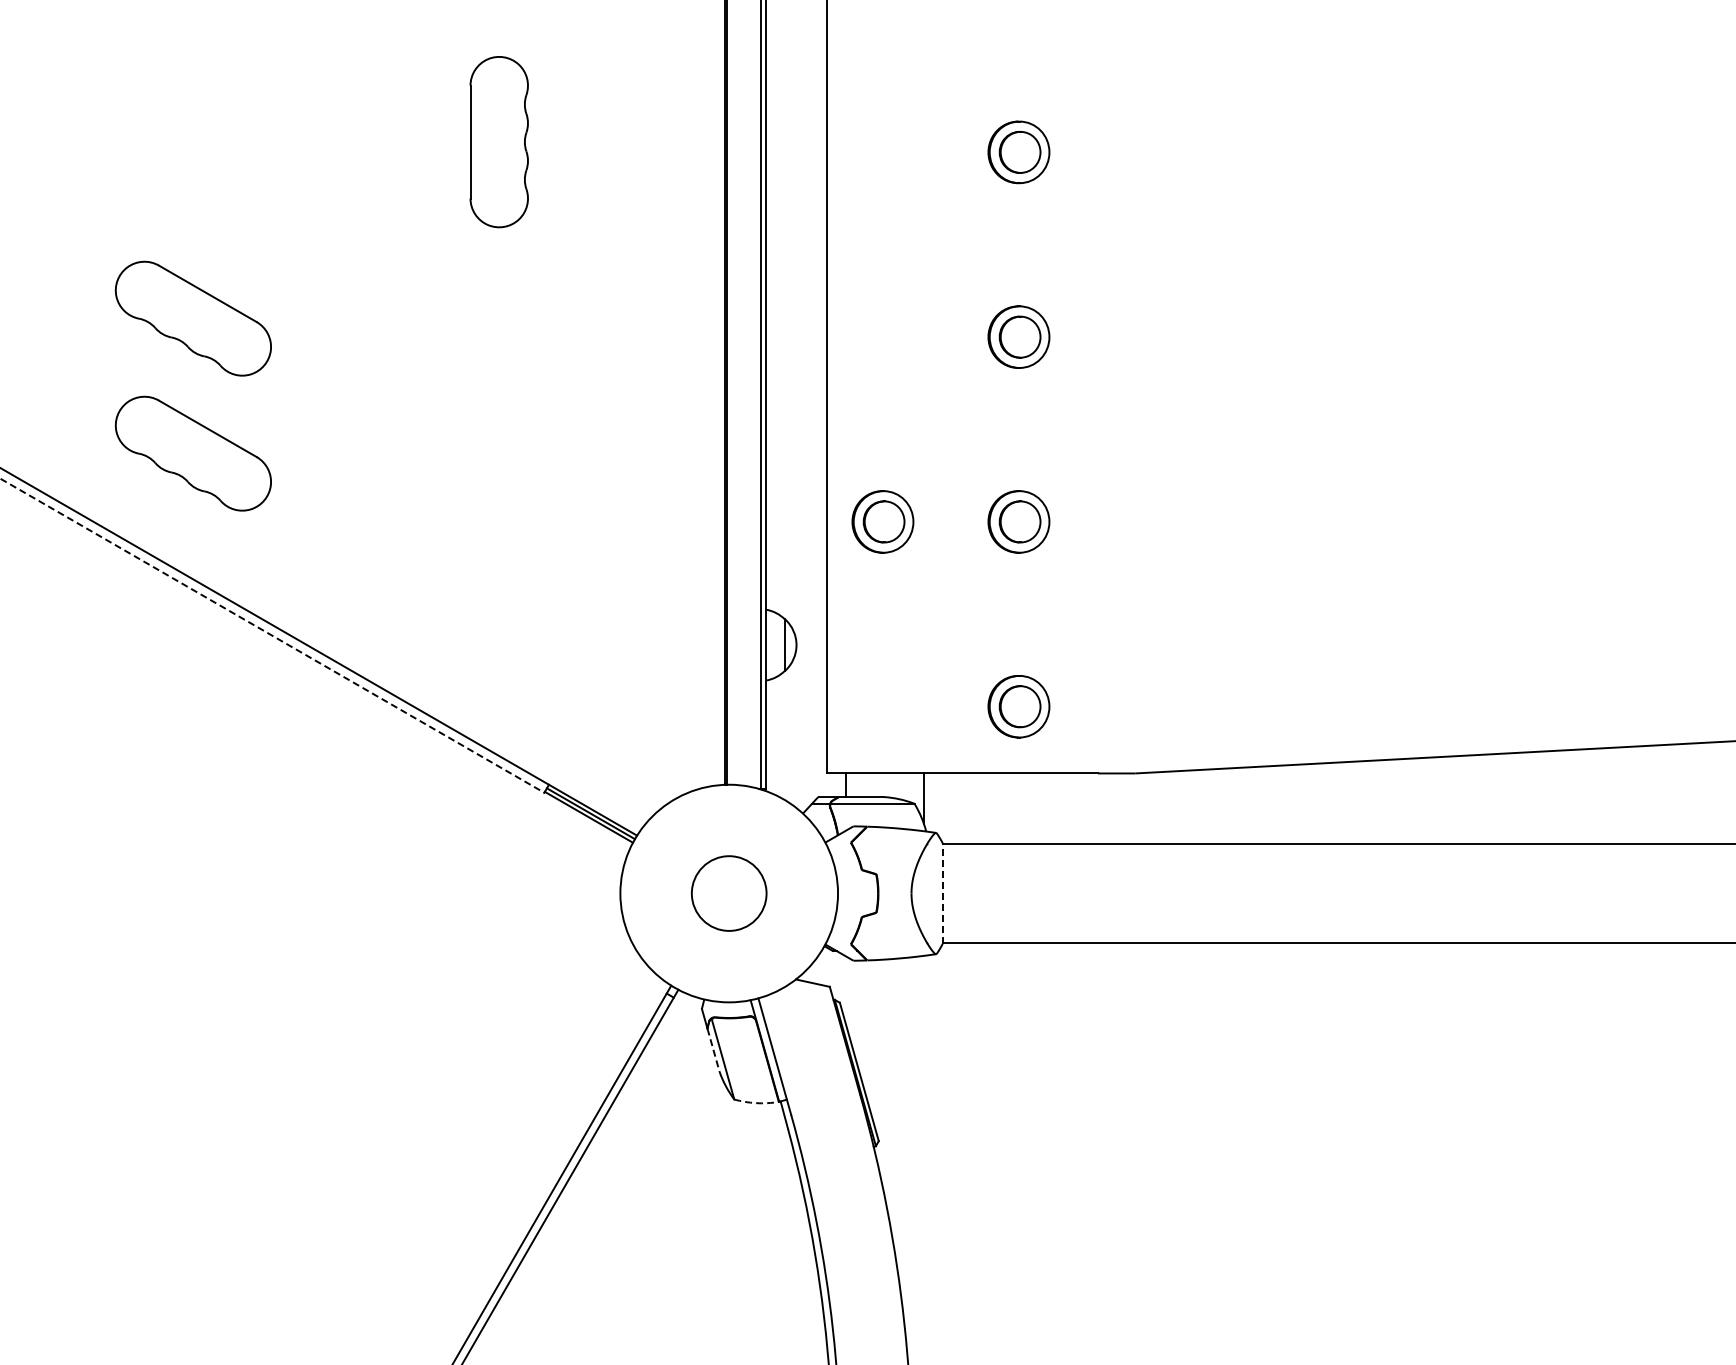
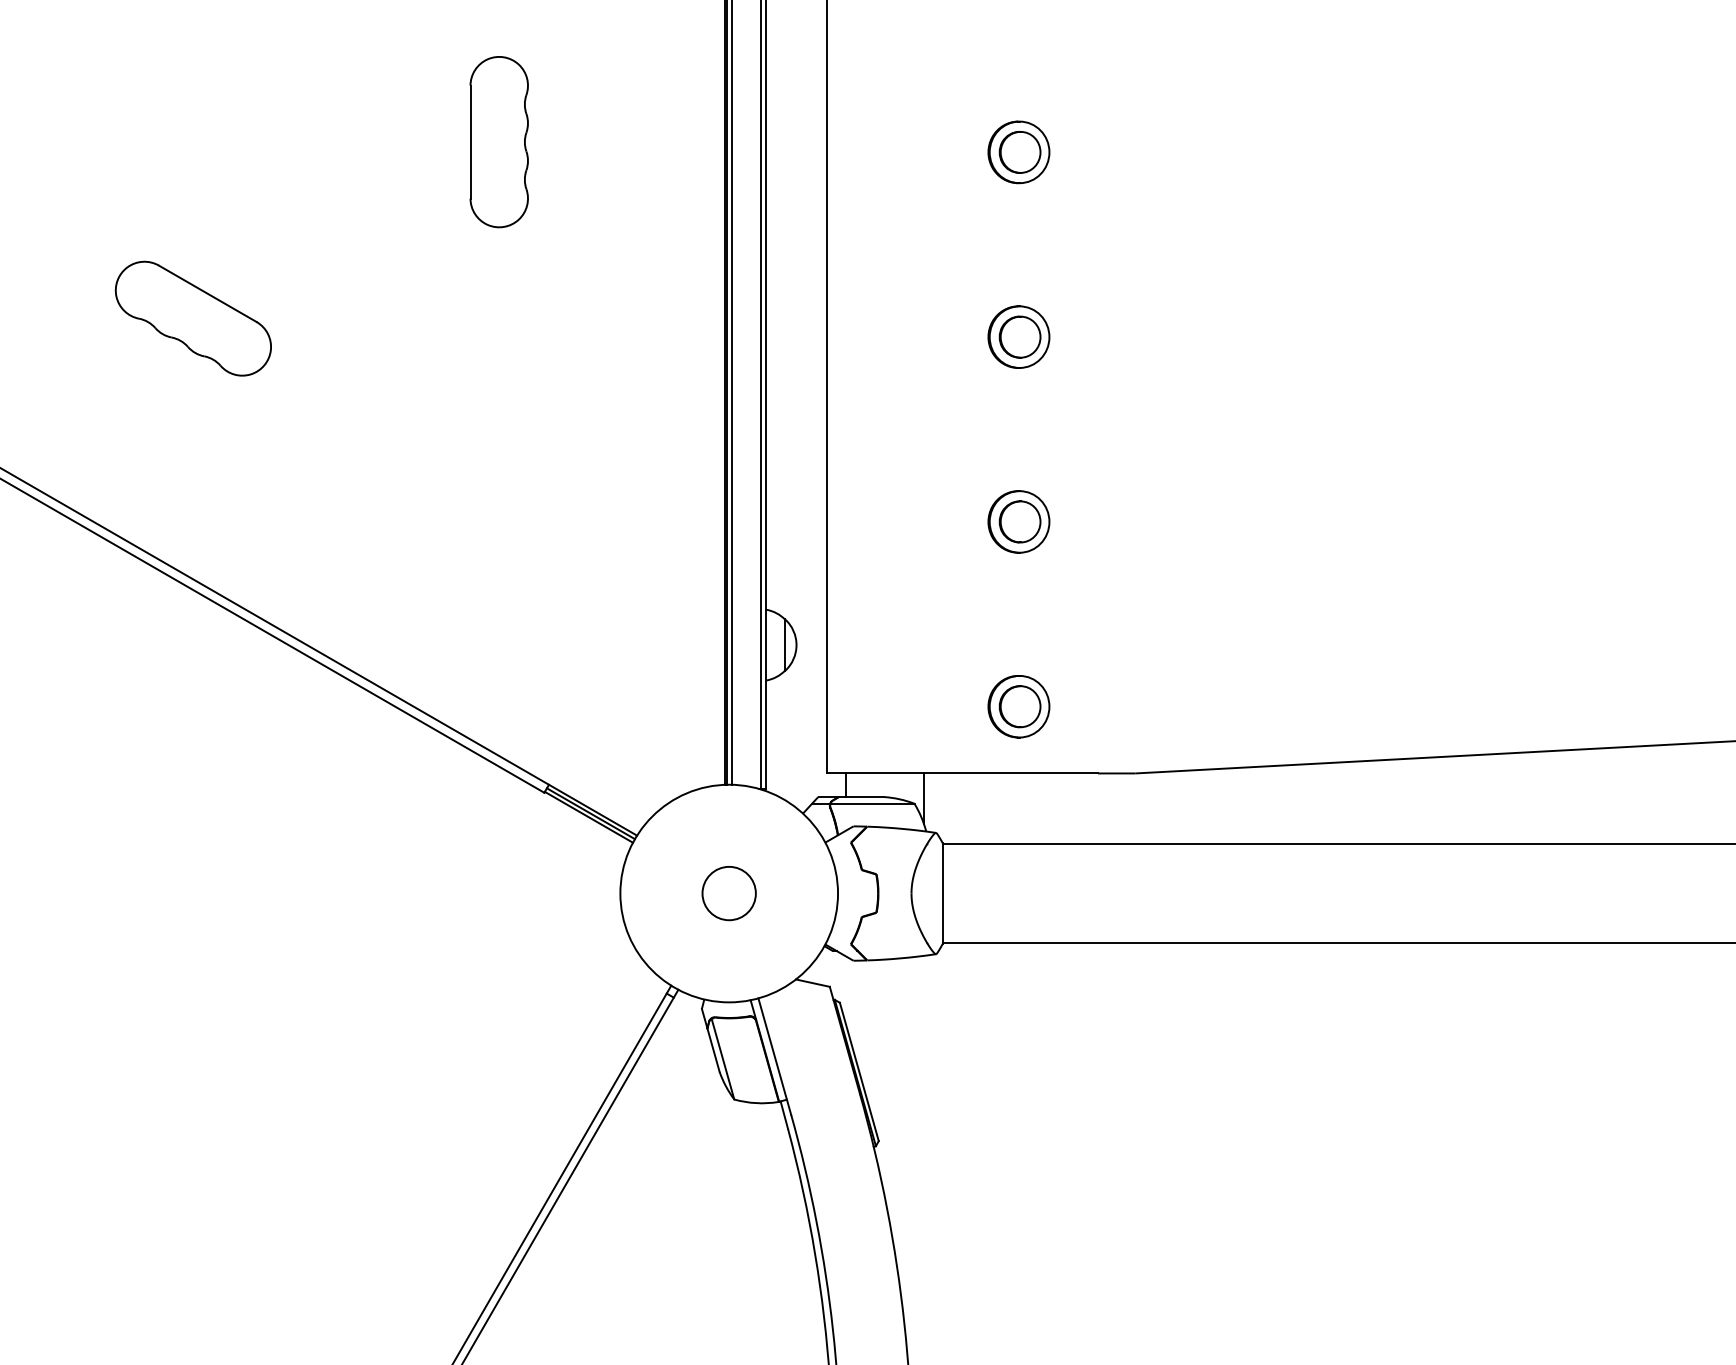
line at (732, 393): none -> present
part at (192, 453): present -> none
part at (882, 521): present -> none
line at (272, 635): dashed -> solid
circle at (728, 893) diameter: 75 px -> 53 px
line at (942, 893): dashed -> solid
line at (713, 1050): dashed -> solid
arc at (756, 1103): dashed -> solid
